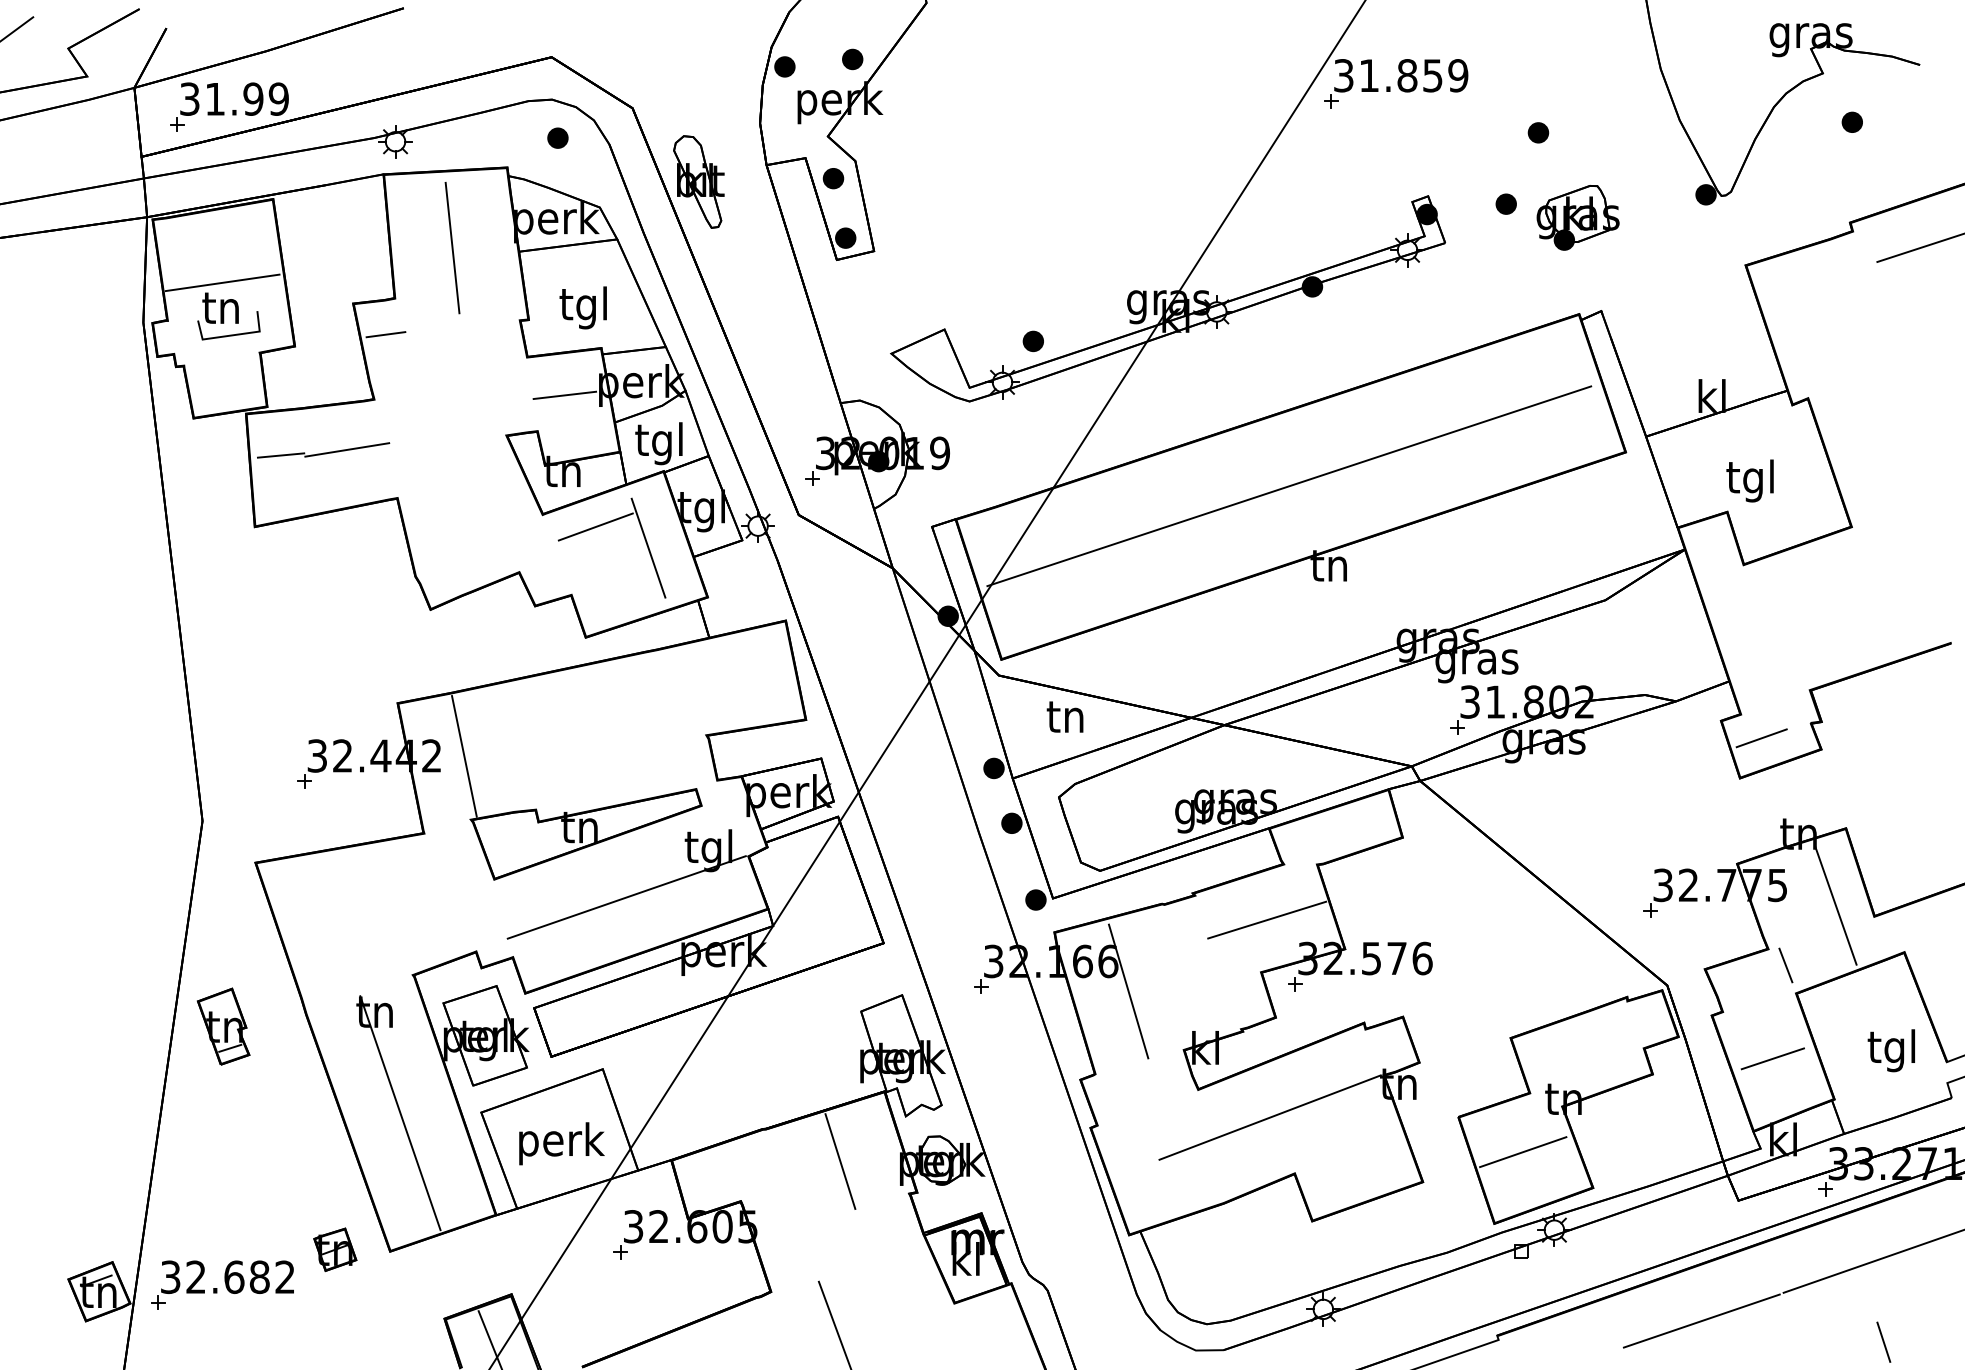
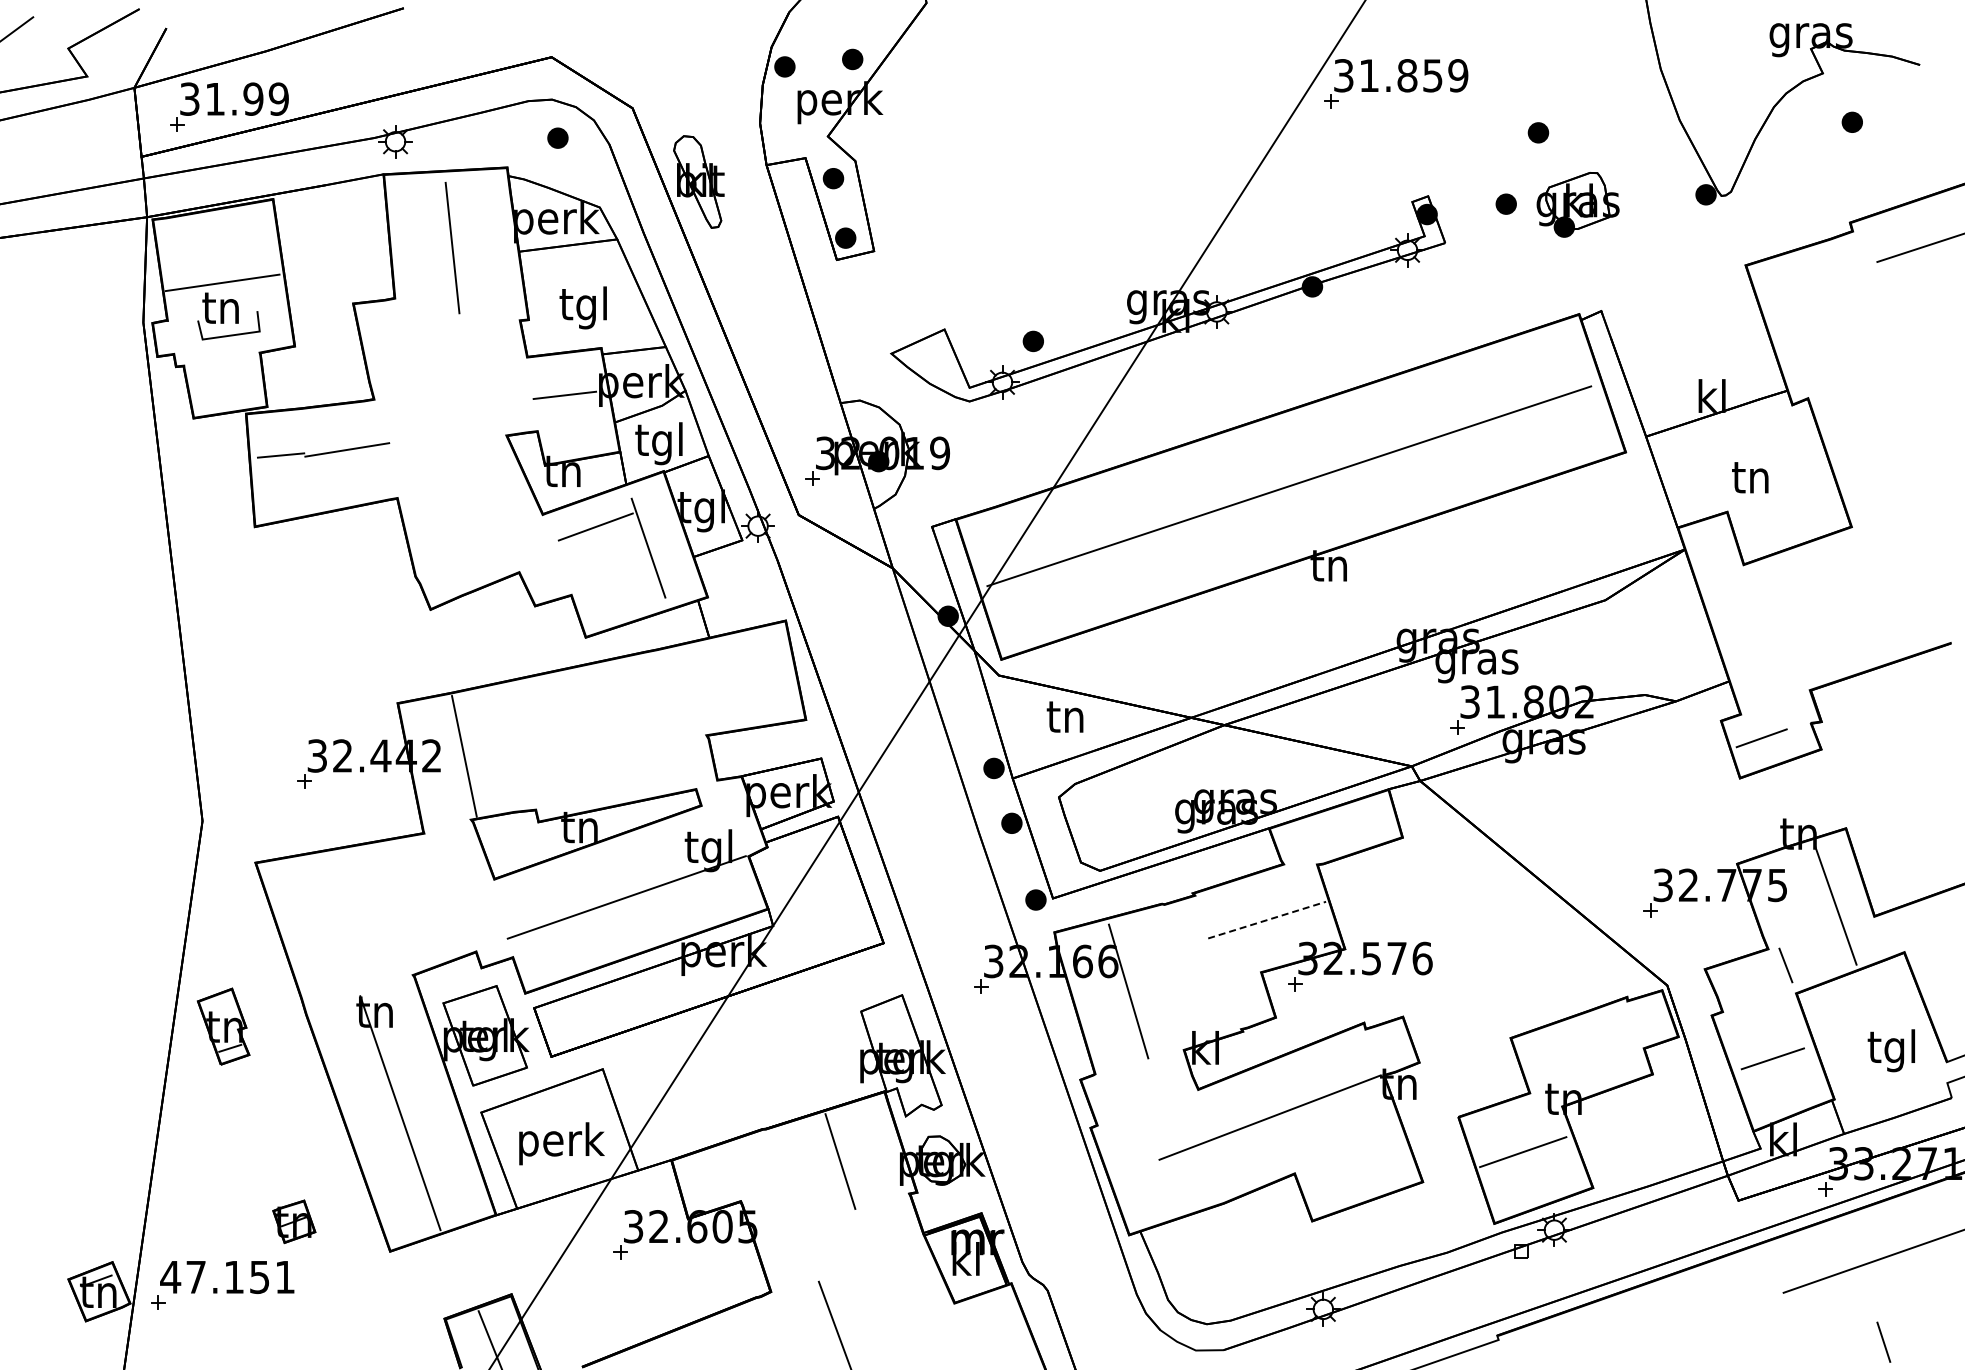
part at (1577, 217) position: (1577, 217) -> (1577, 204)
line at (385, 334): present -> none
text at (1749, 480): tgl -> tn
line at (1267, 920): solid -> dashed
part at (335, 1249) position: (335, 1249) -> (294, 1221)
text at (227, 1277): 32.682 -> 47.151
line at (1701, 1320): present -> none
